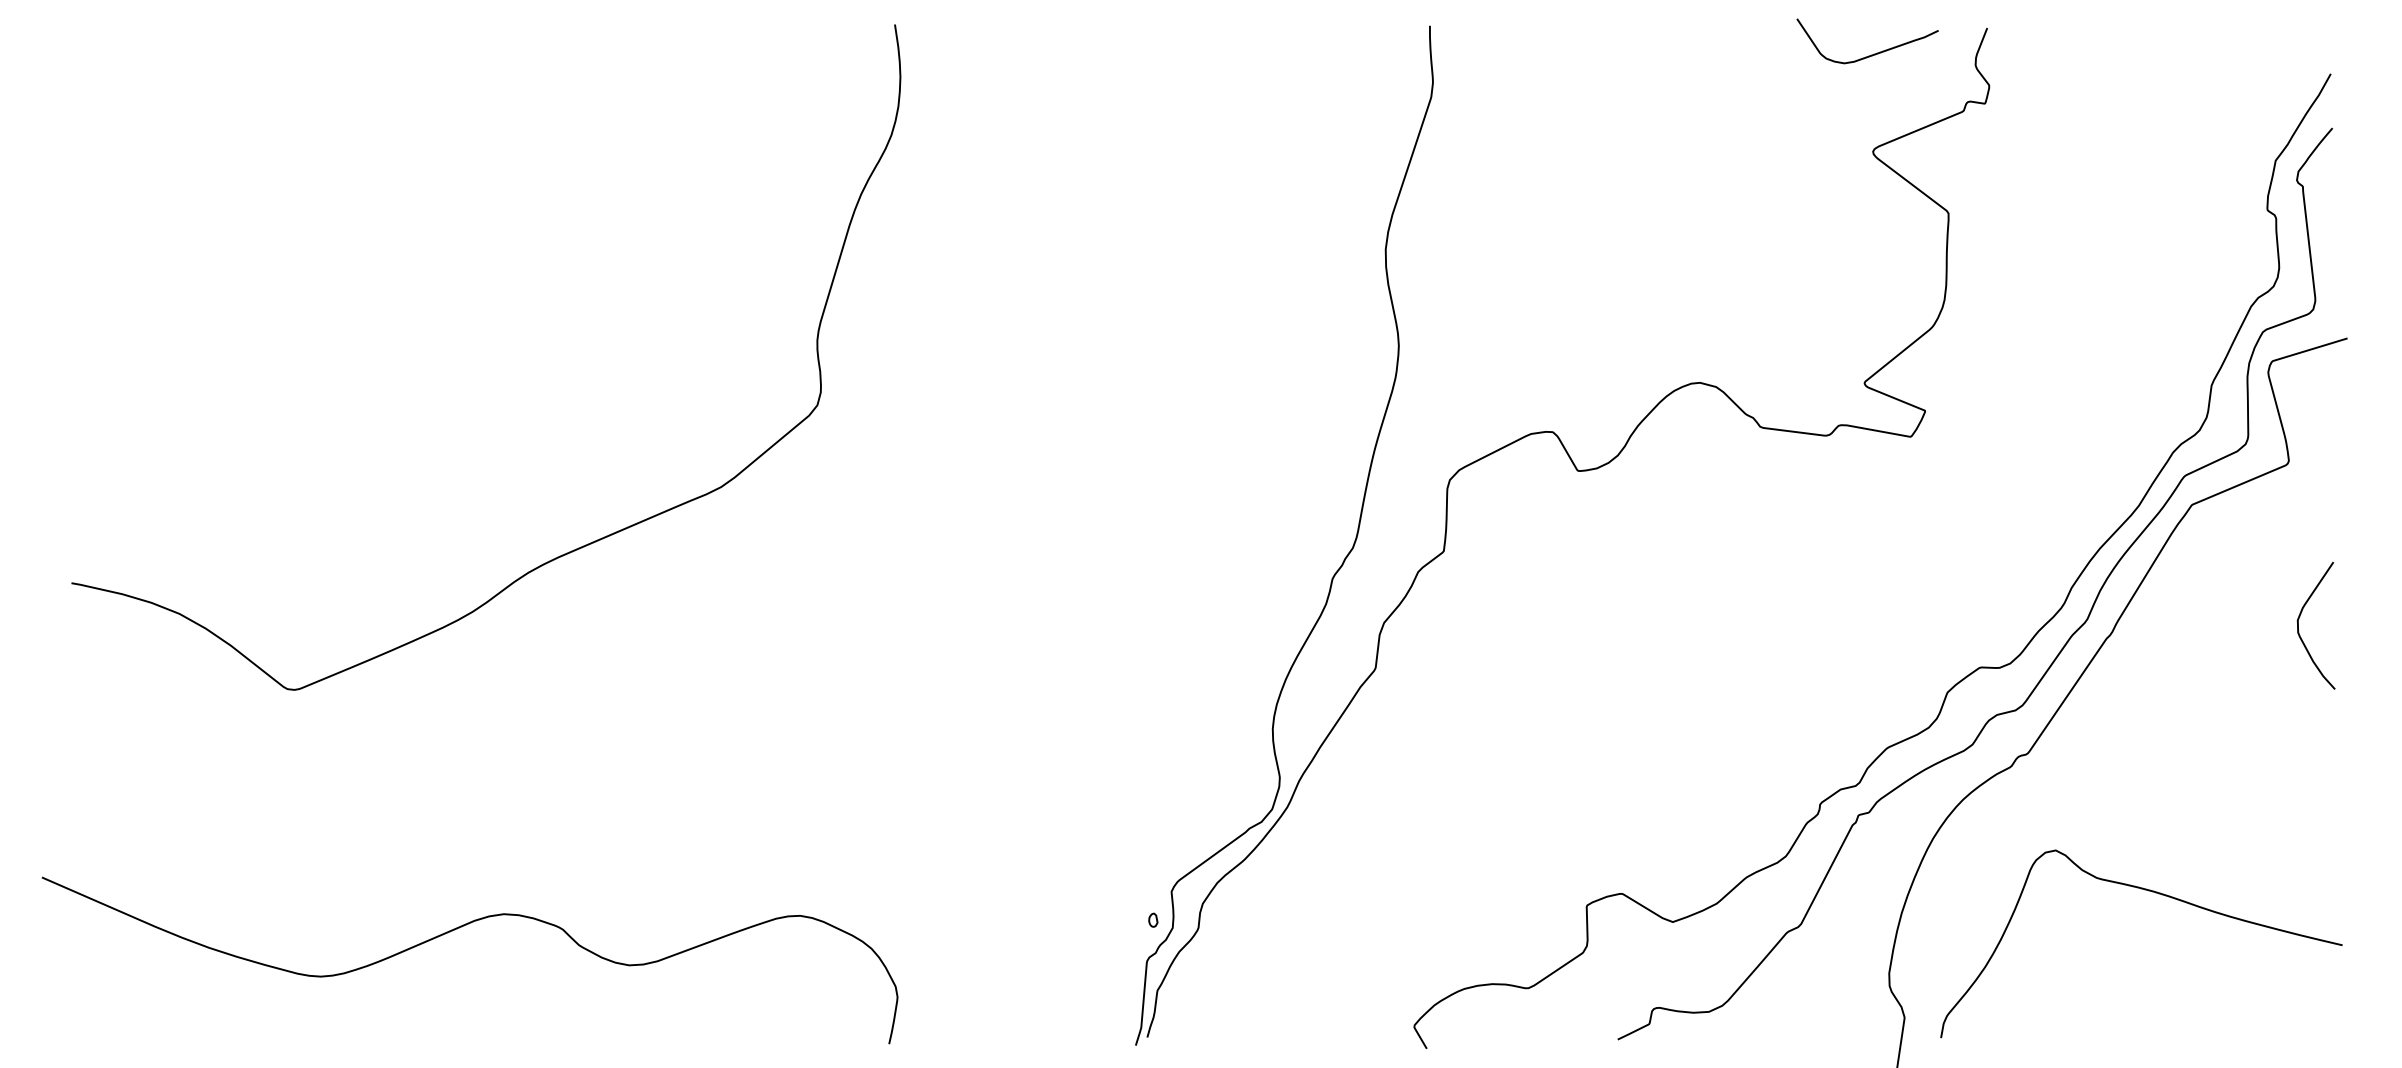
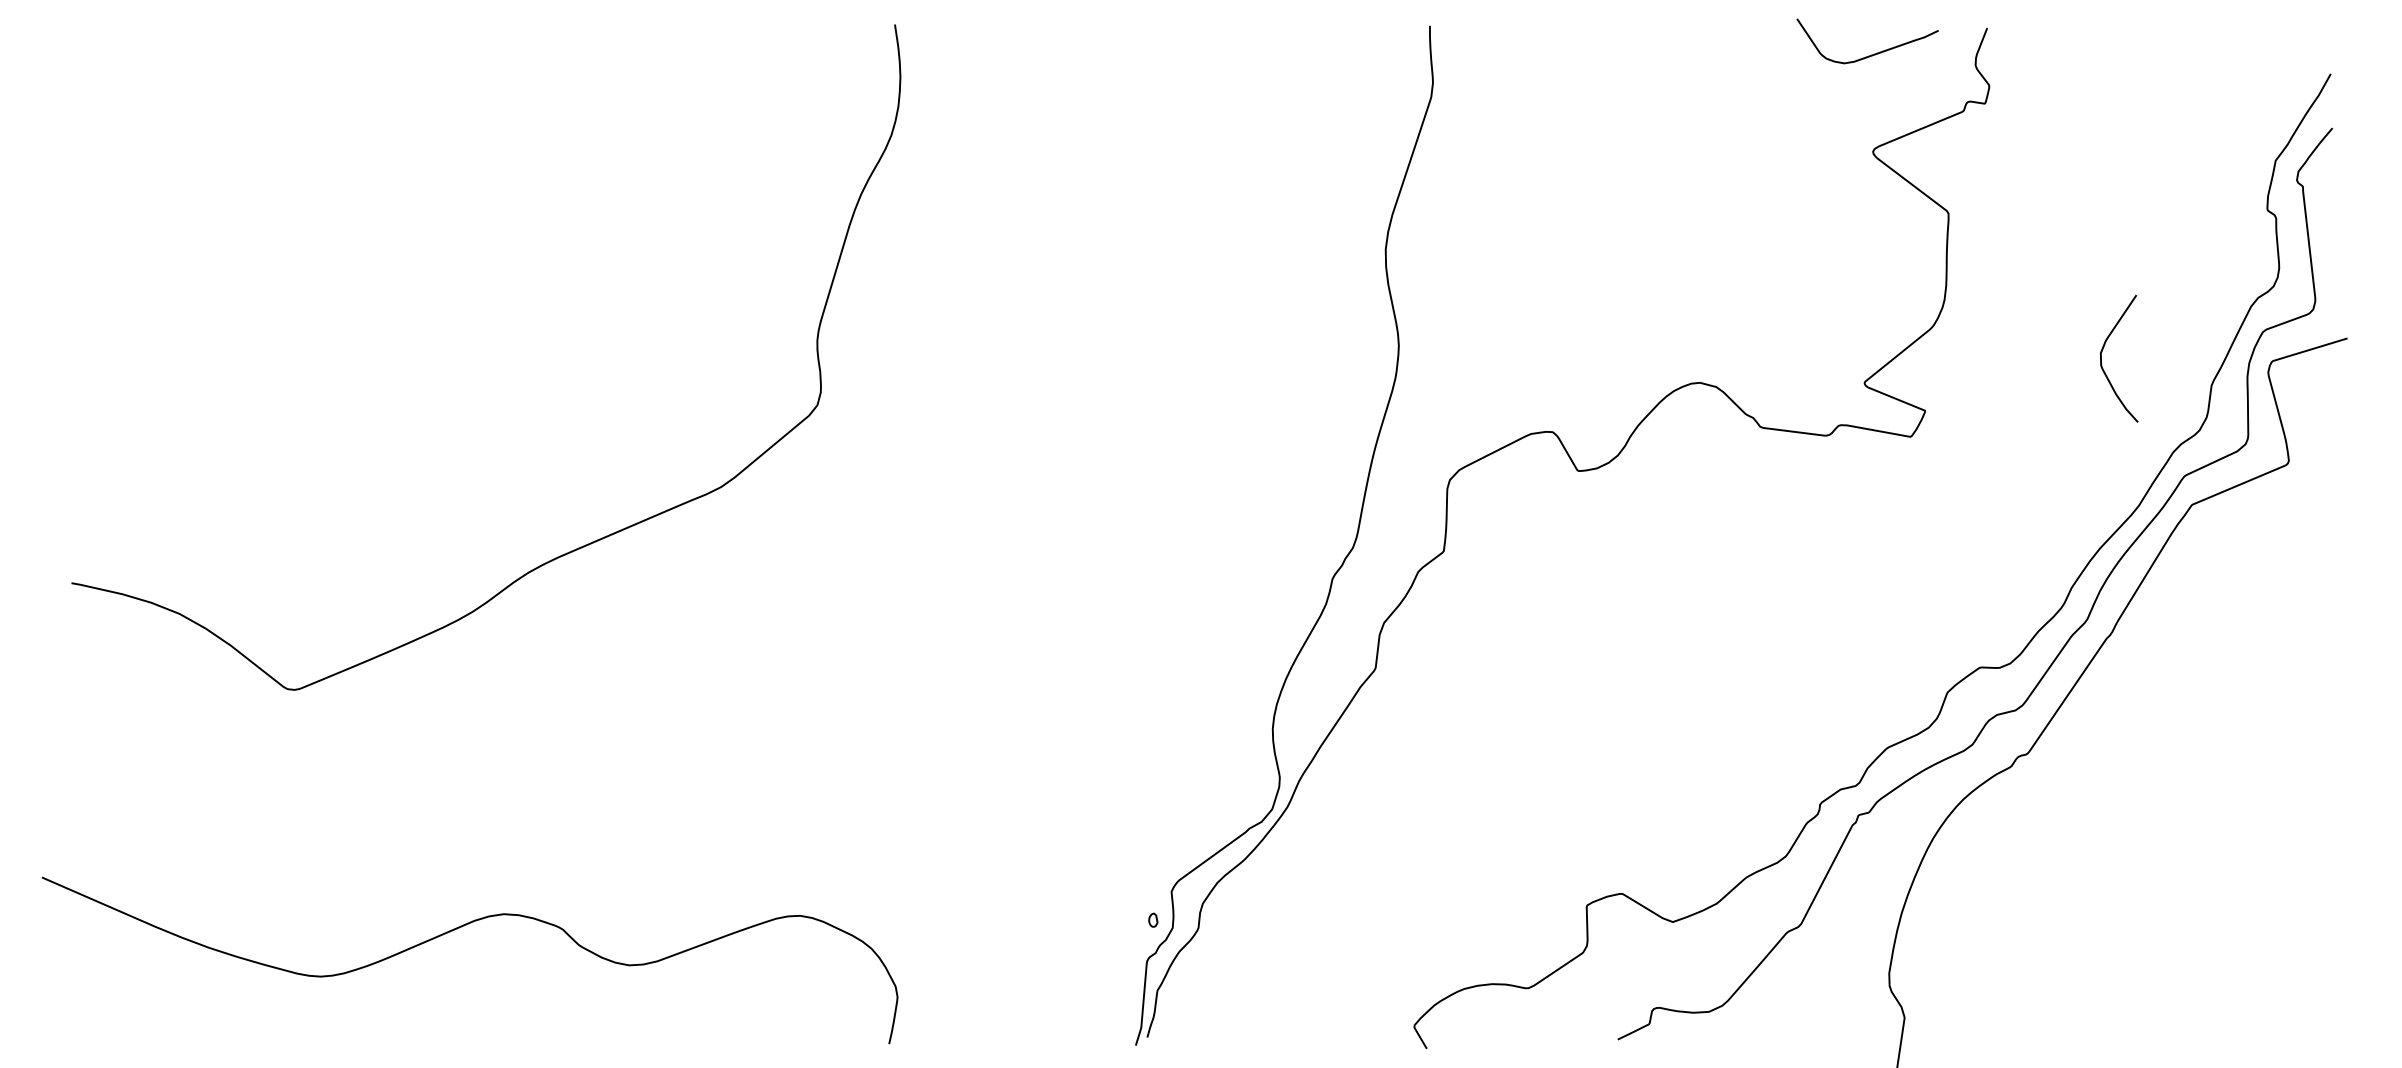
curve at (2298, 625) position: (2298, 625) -> (2101, 358)
curve at (2155, 893): present -> none
